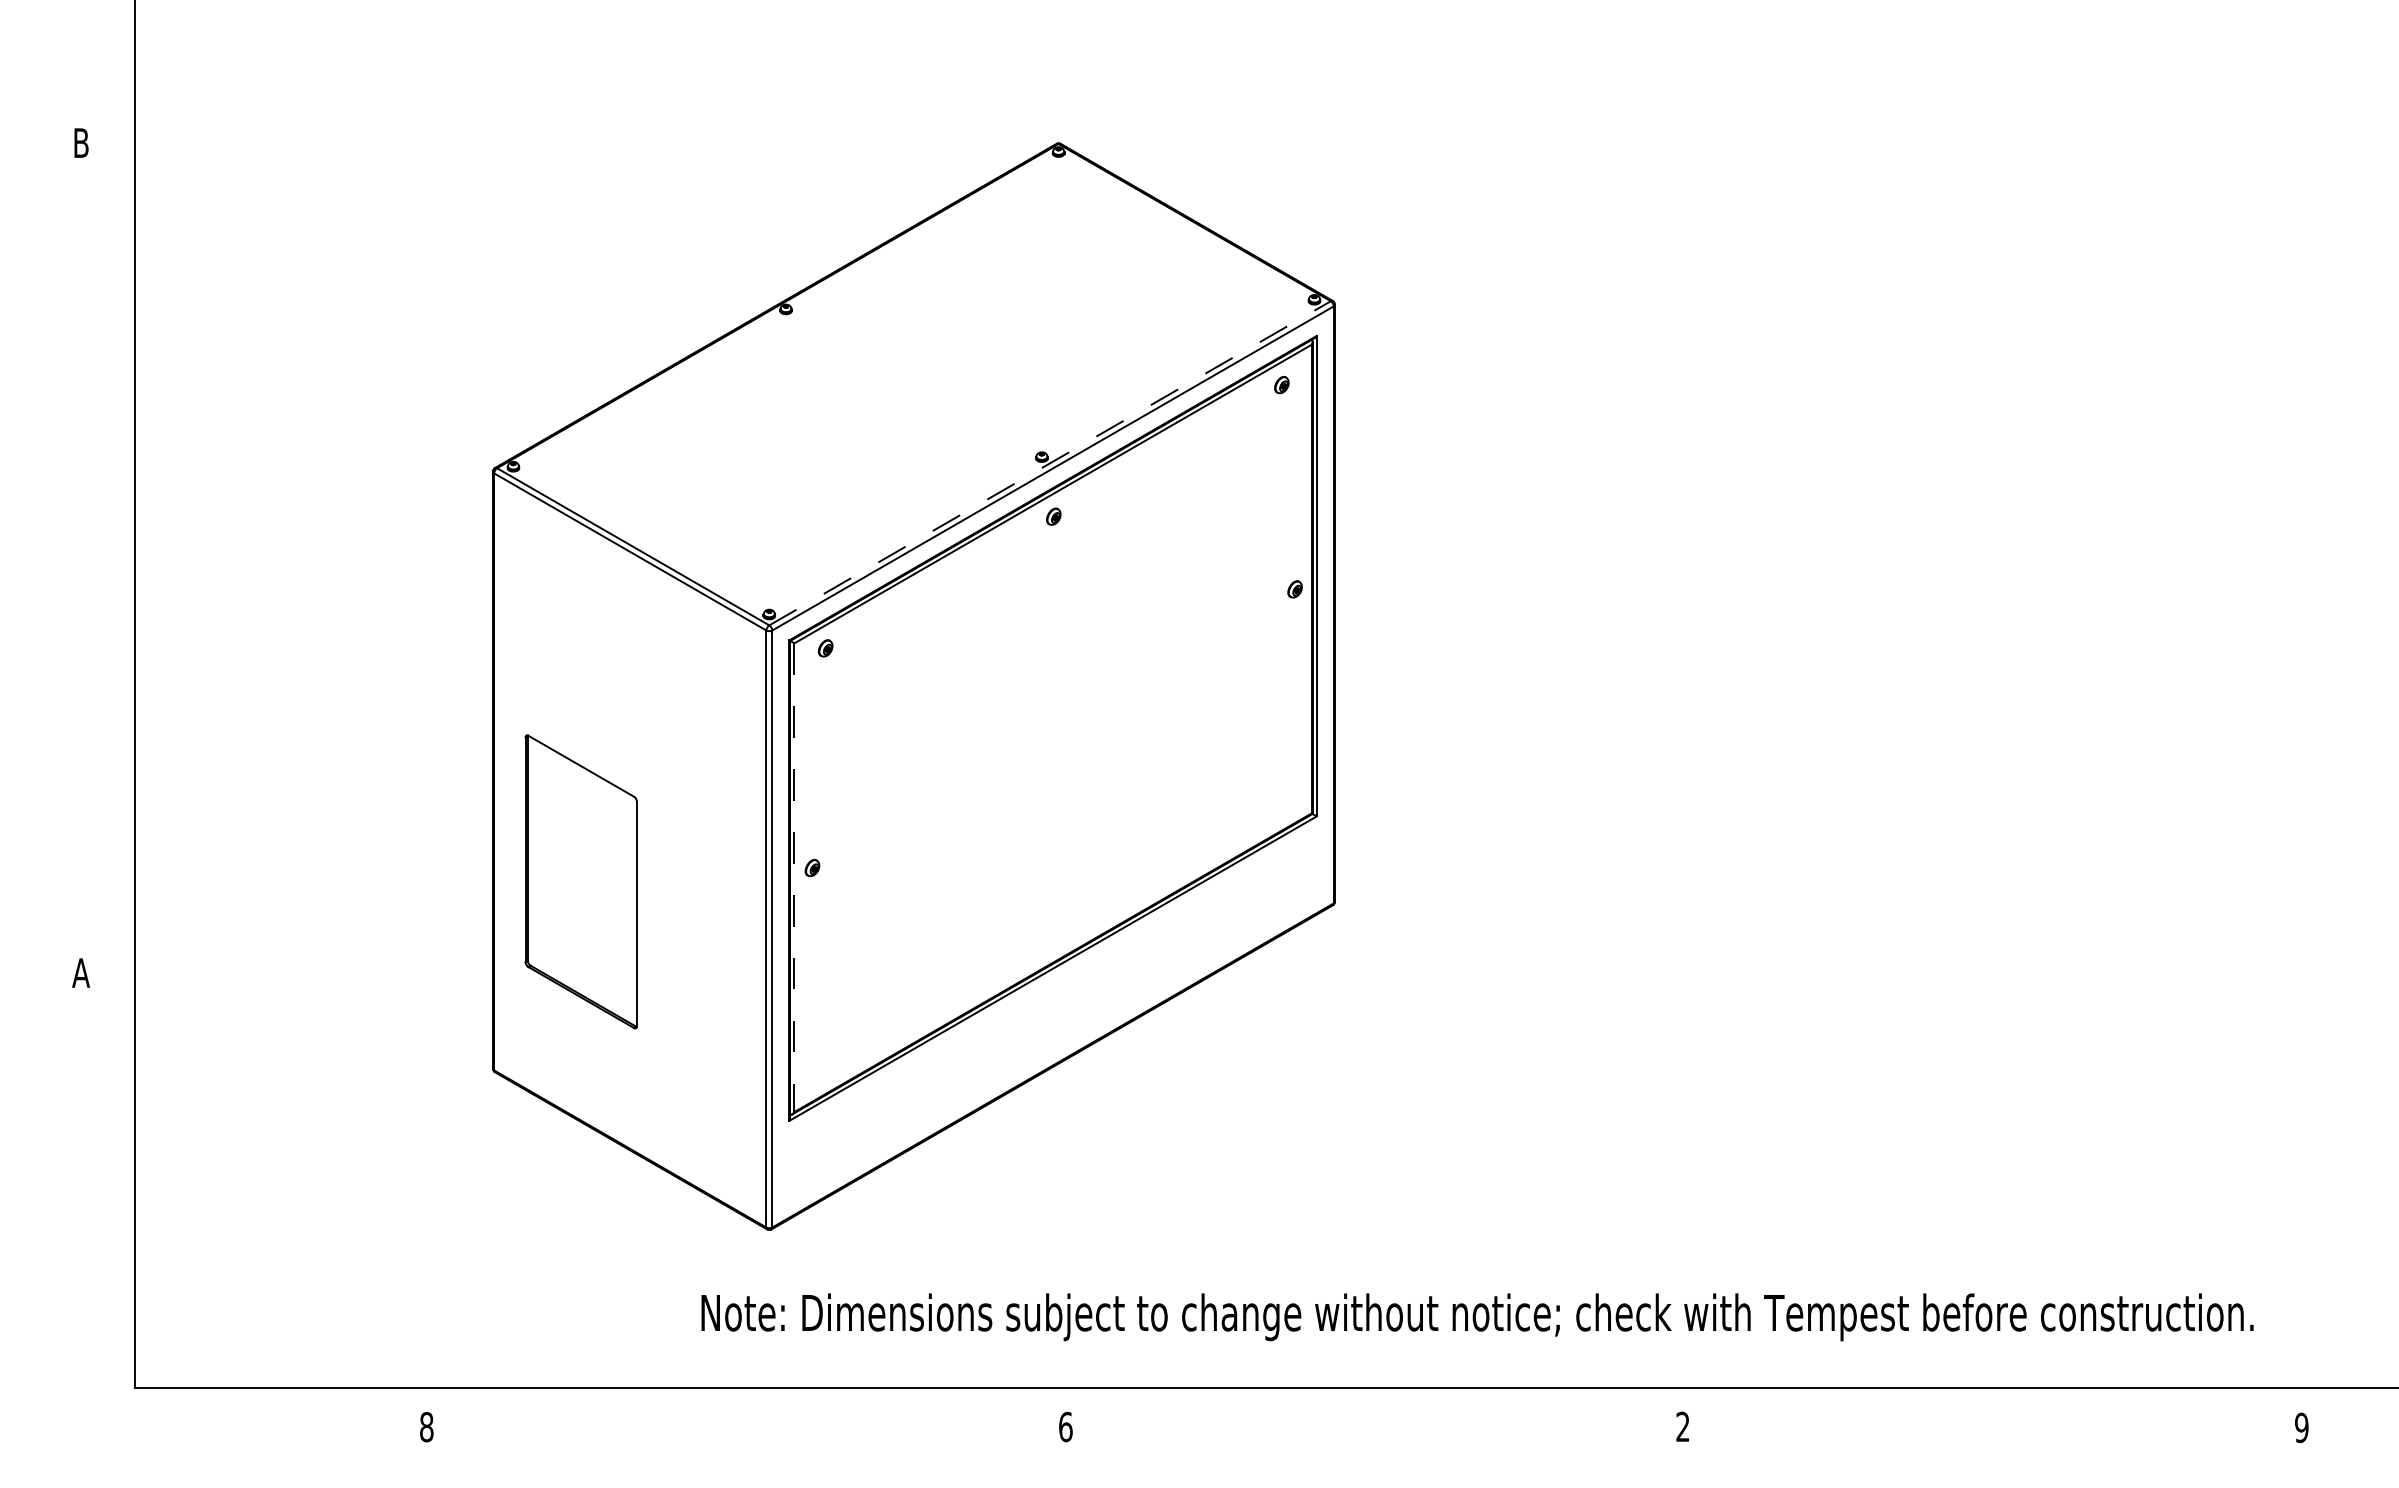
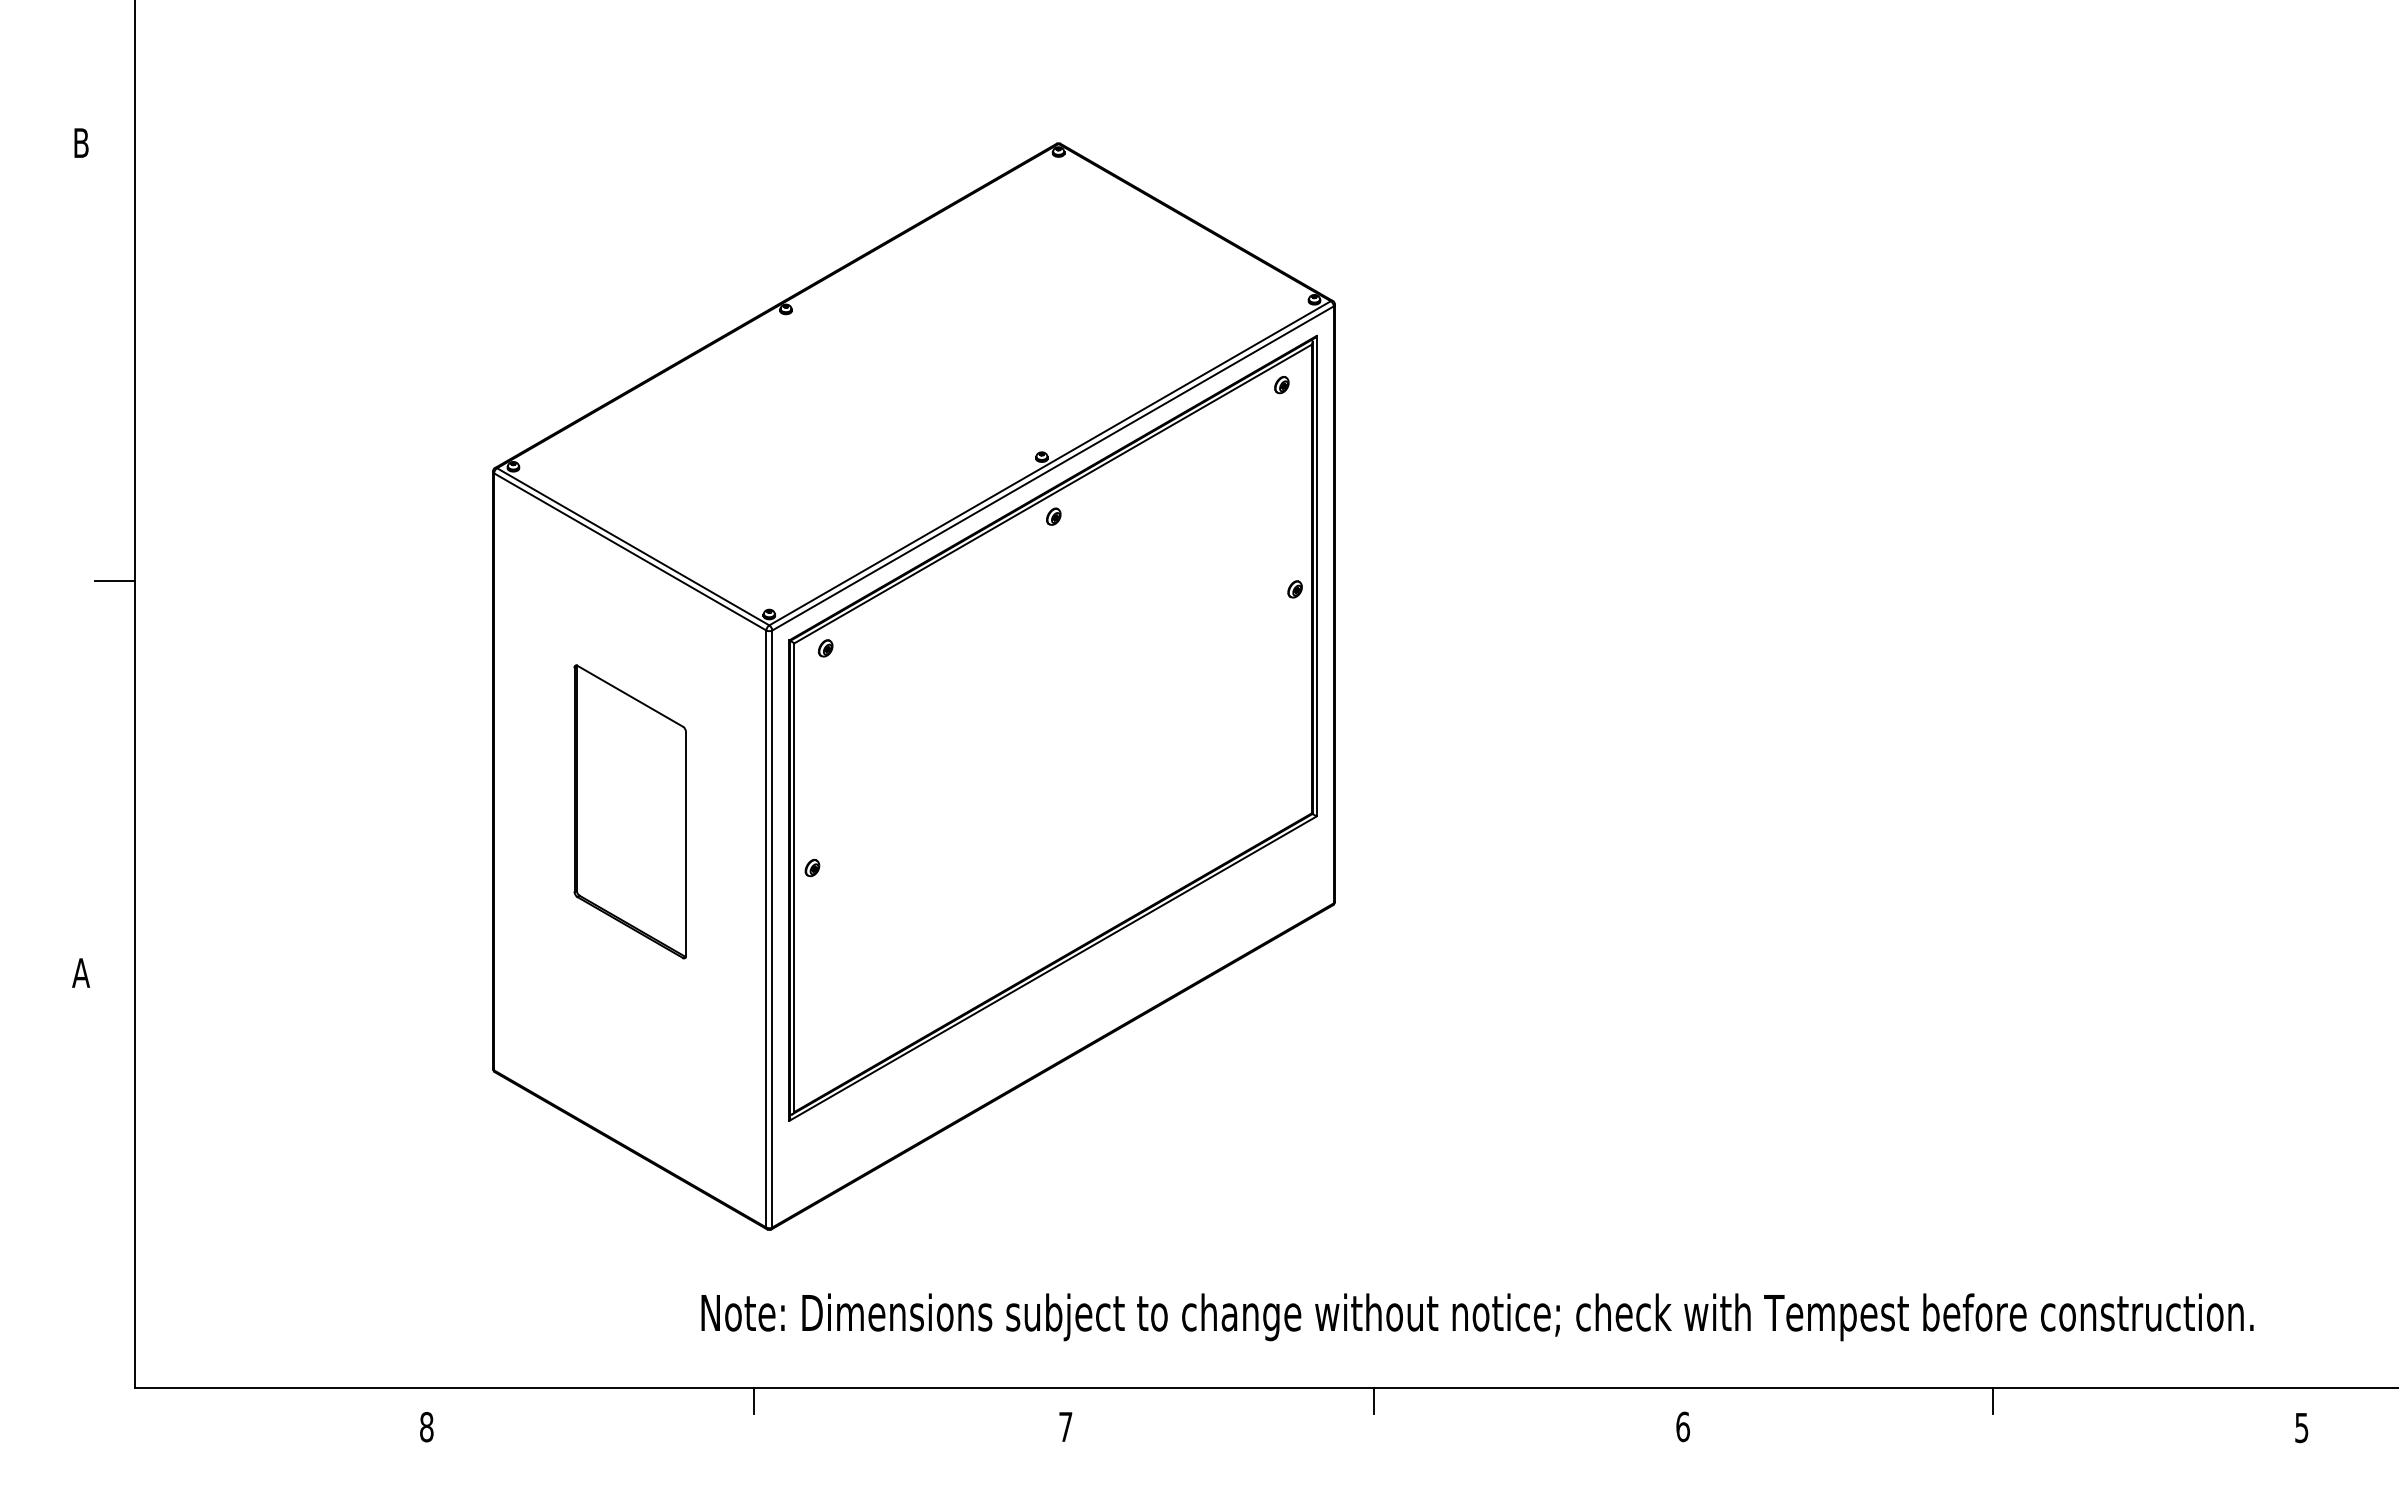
line at (1050, 463): dashed -> solid
line at (114, 581): none -> present
line at (794, 878): dashed -> solid
part at (580, 881) position: (580, 881) -> (629, 811)
line at (754, 1400): none -> present
line at (1373, 1400): none -> present
line at (1993, 1400): none -> present
text at (1065, 1426): 6 -> 7
text at (1682, 1426): 2 -> 6
text at (2301, 1427): 9 -> 5
